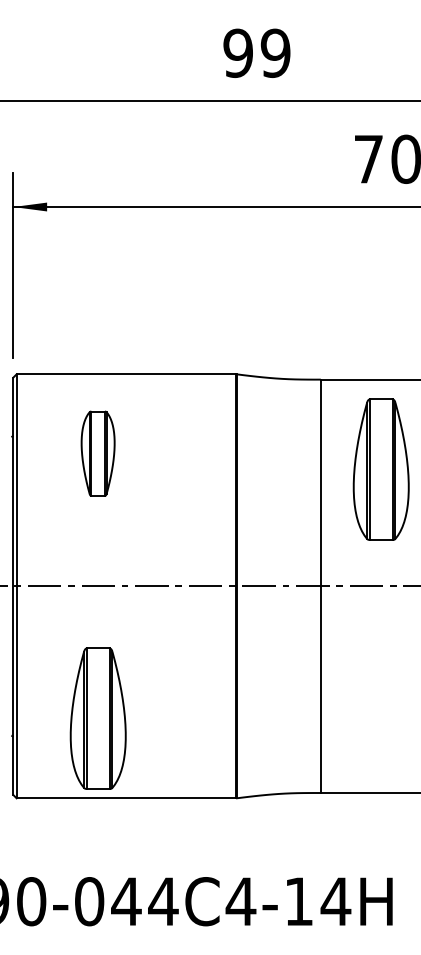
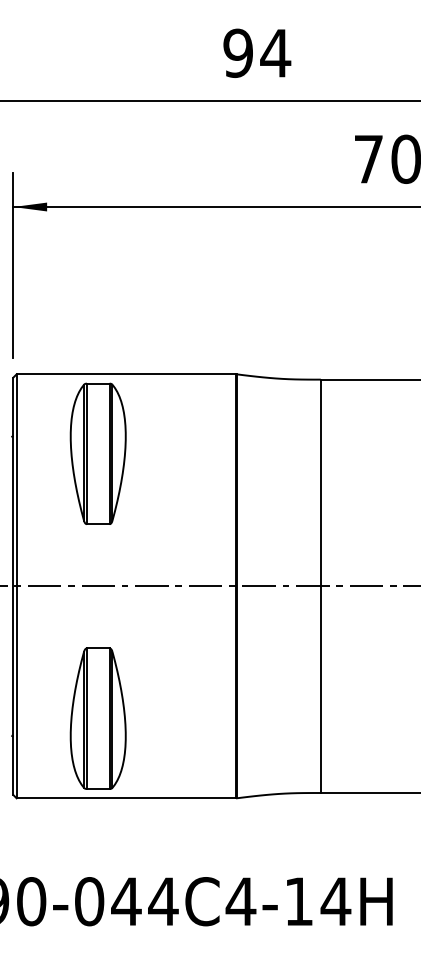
text at (275, 52): 99 -> 94
part at (97, 453) size: 36x87 px -> 58x143 px
part at (380, 469): present -> none
